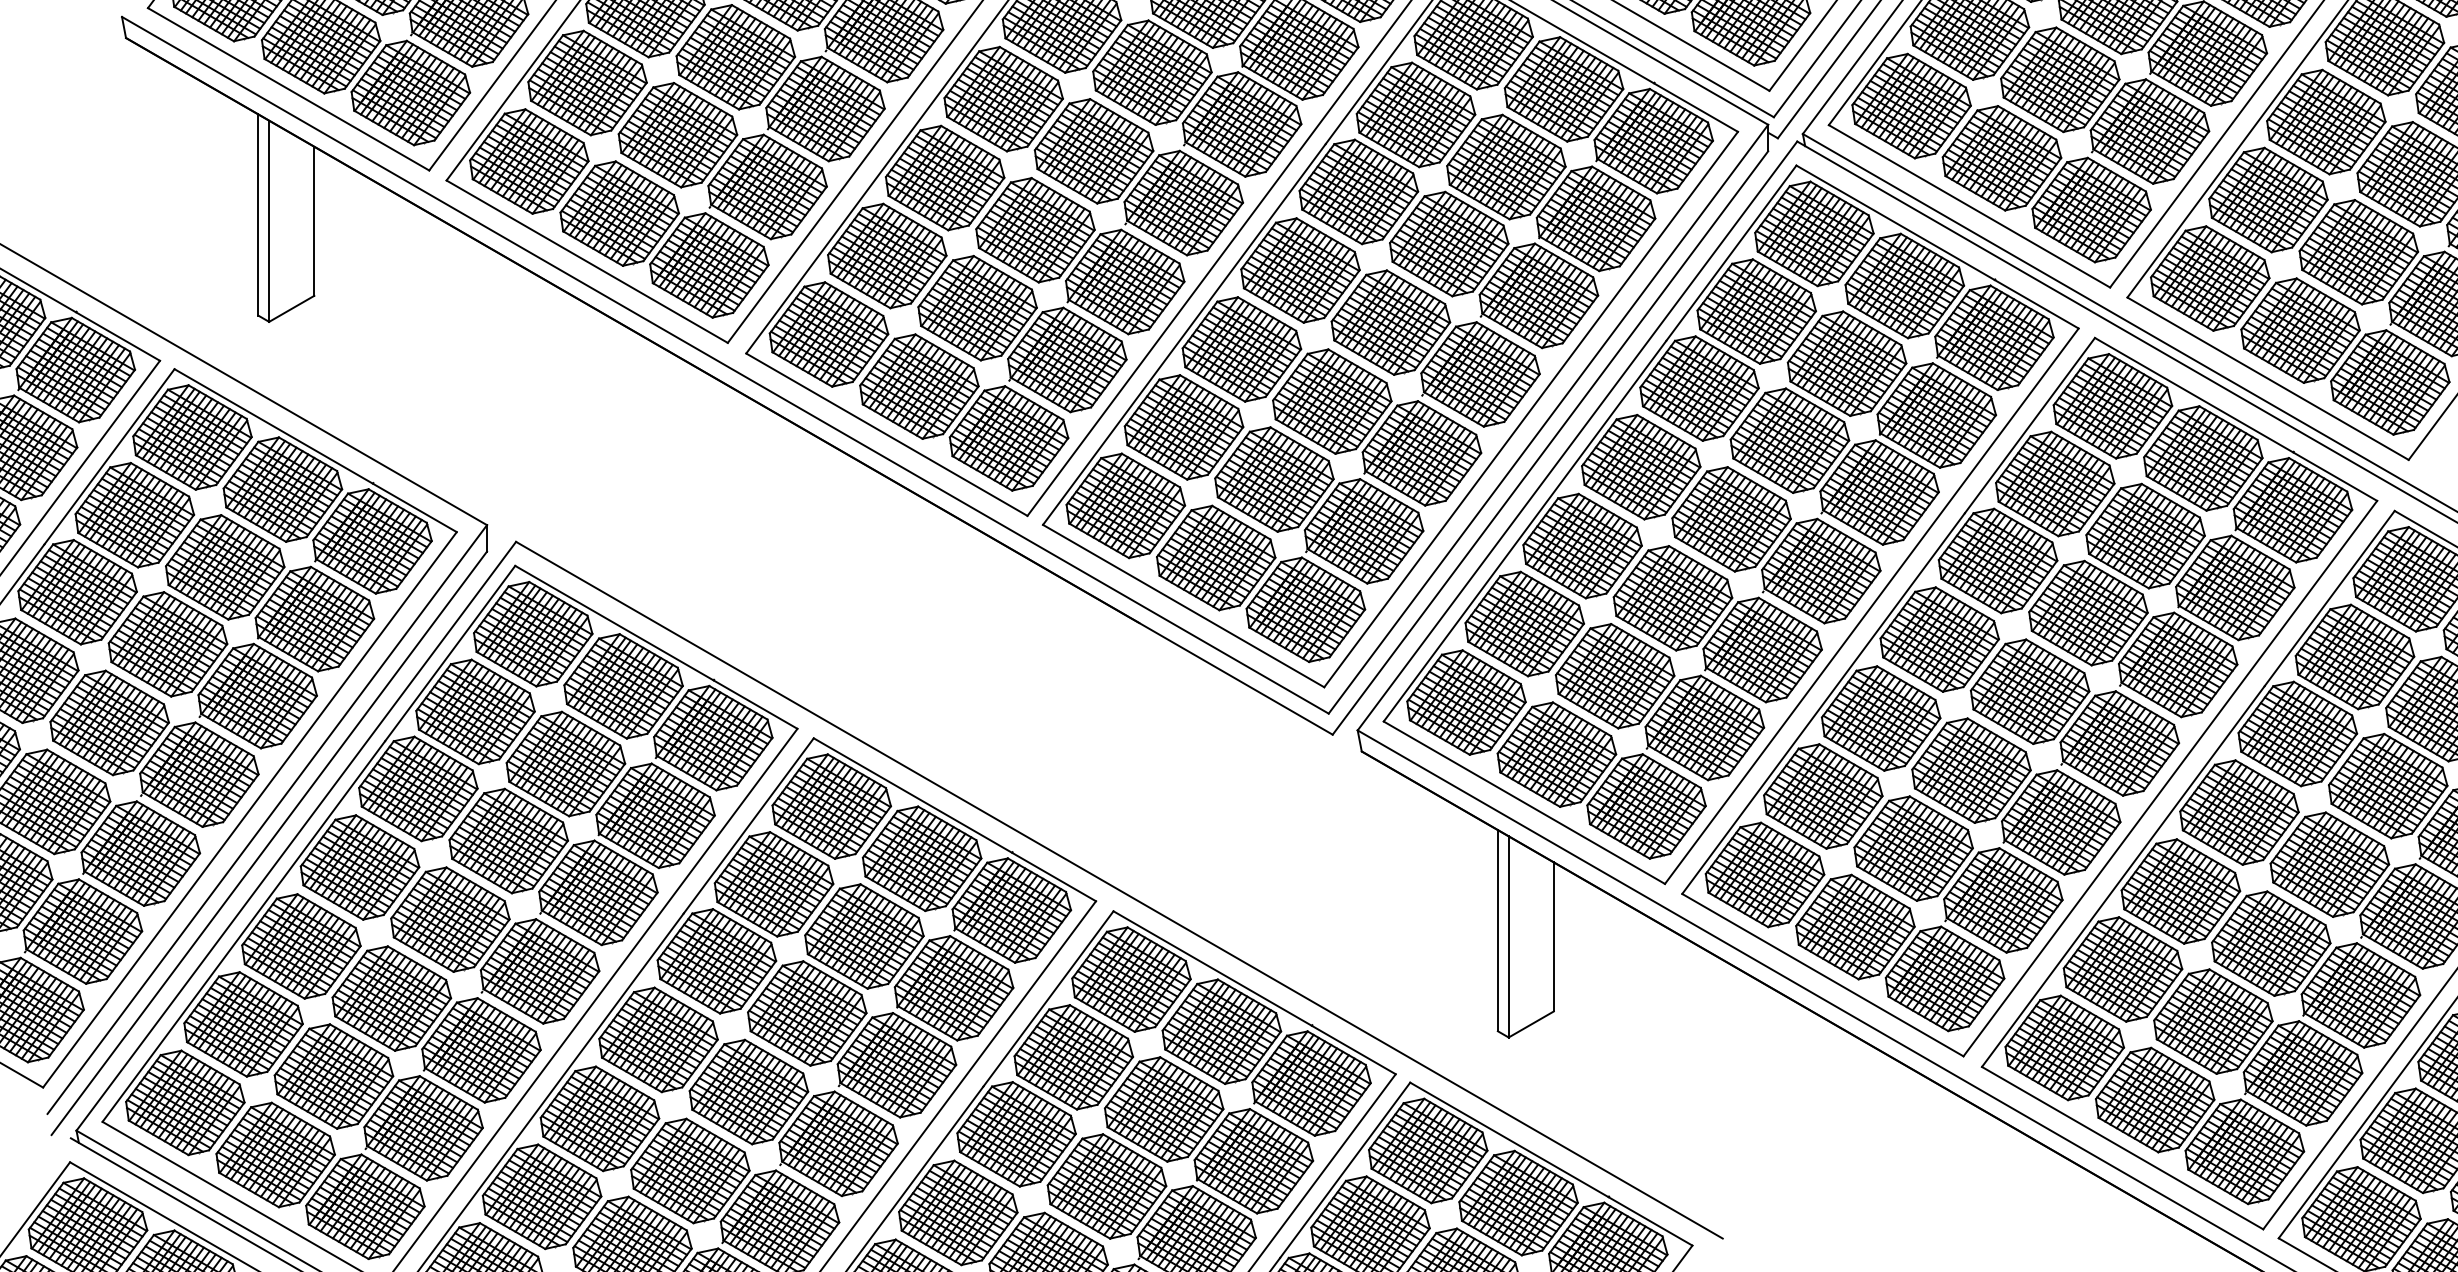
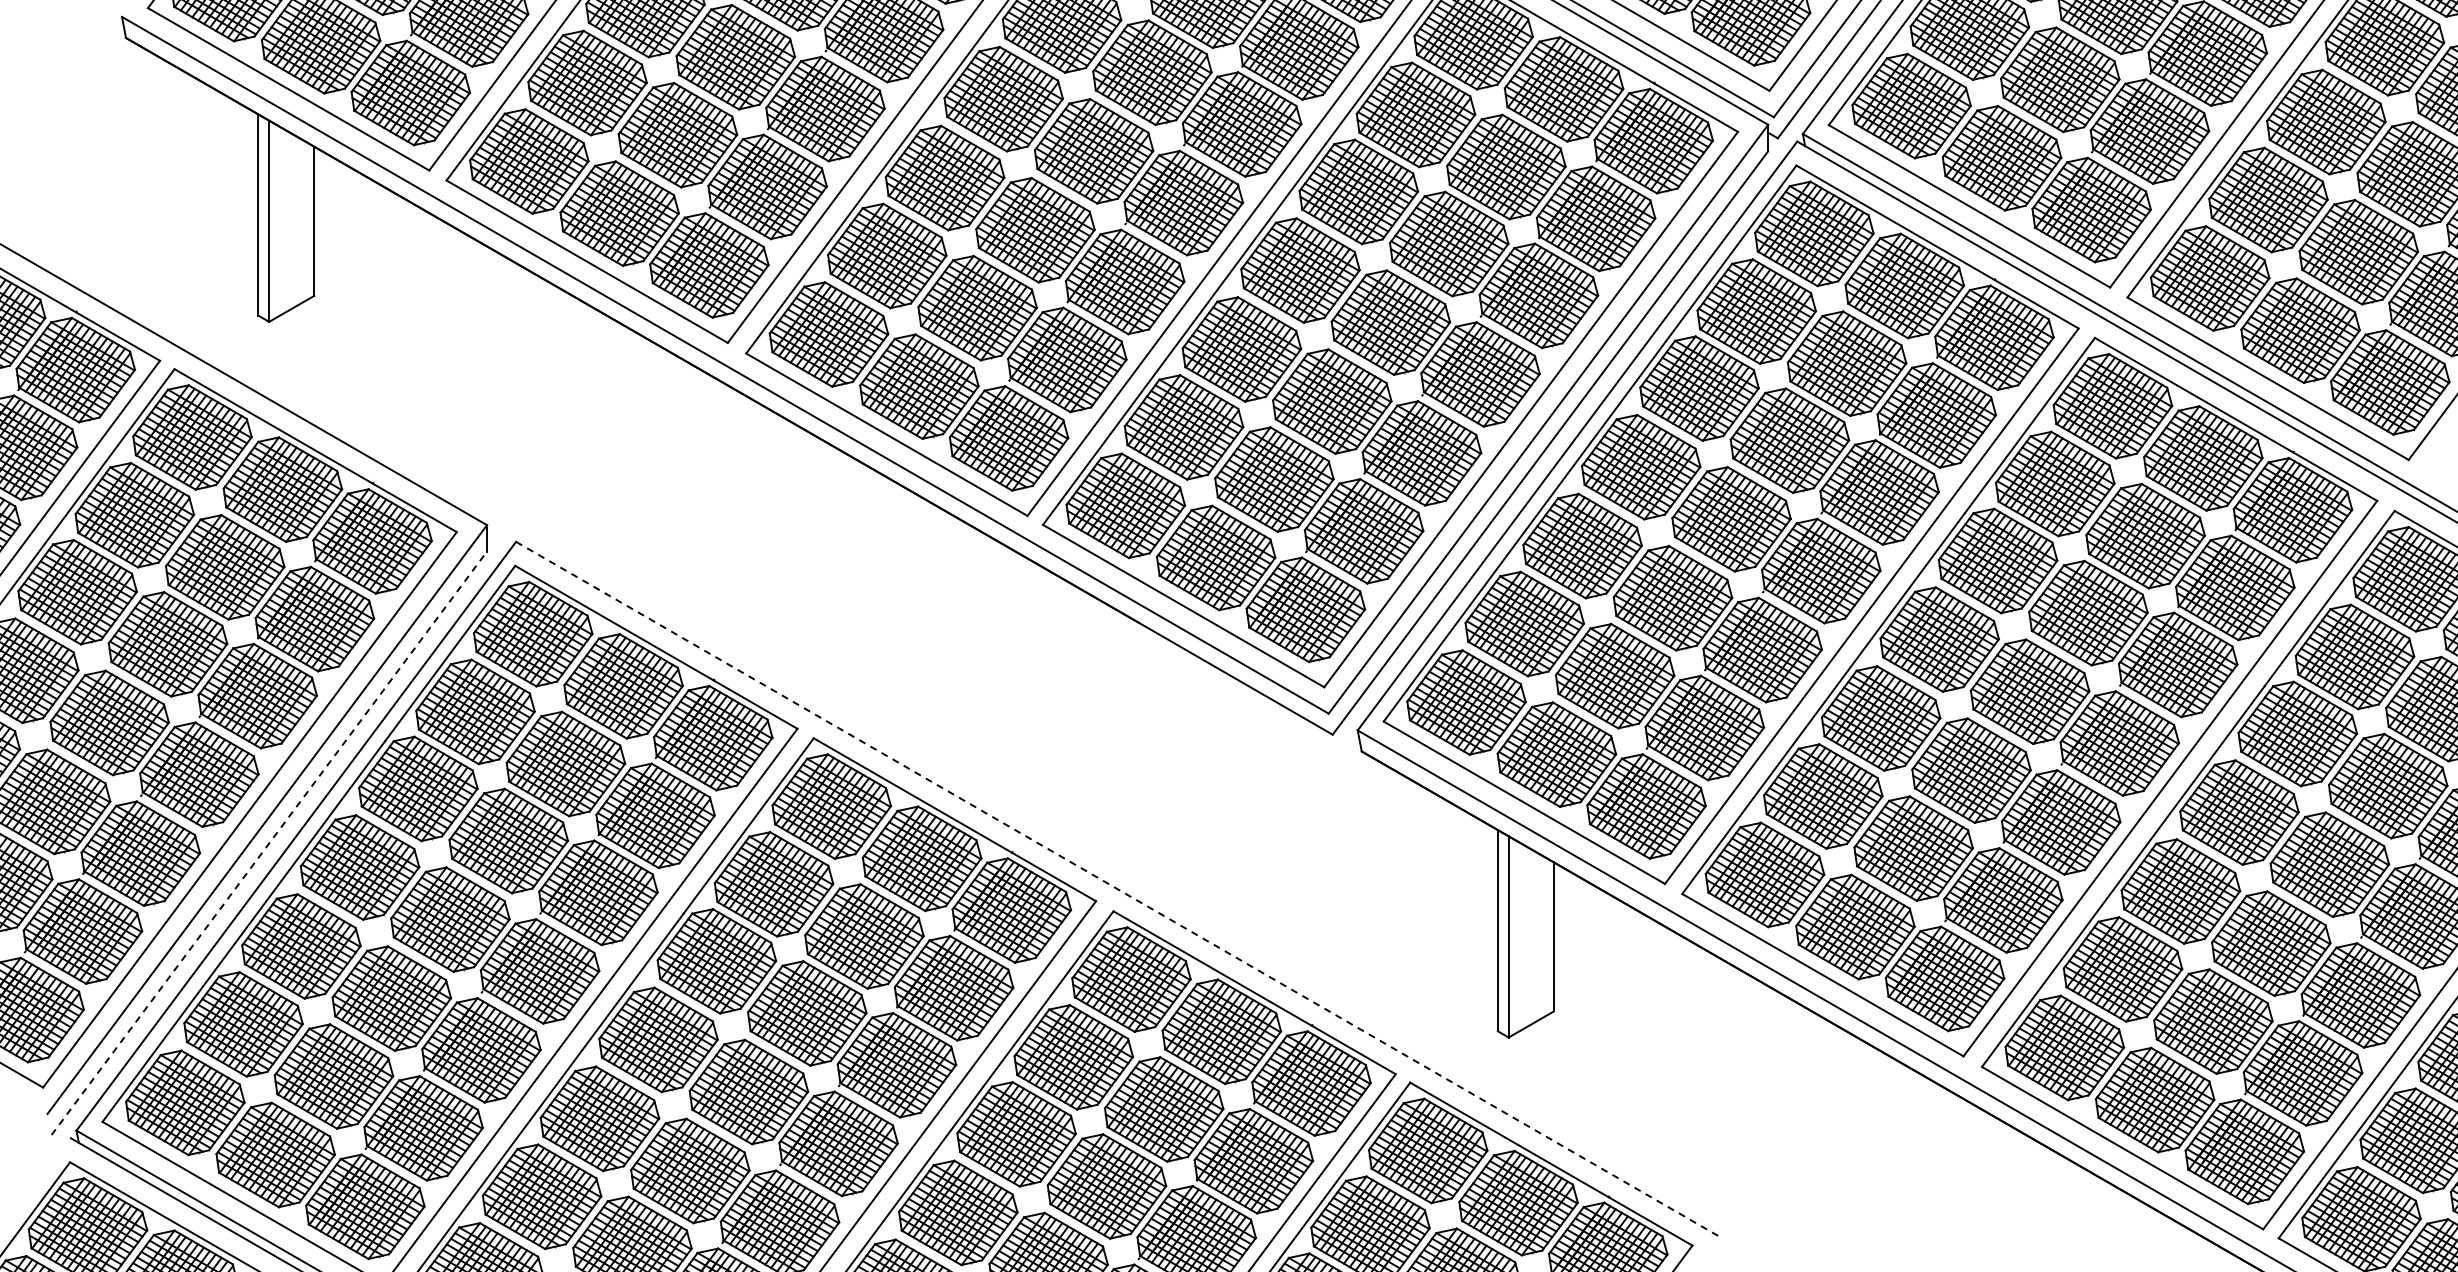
line at (269, 842): solid -> dashed
line at (1119, 890): solid -> dashed
